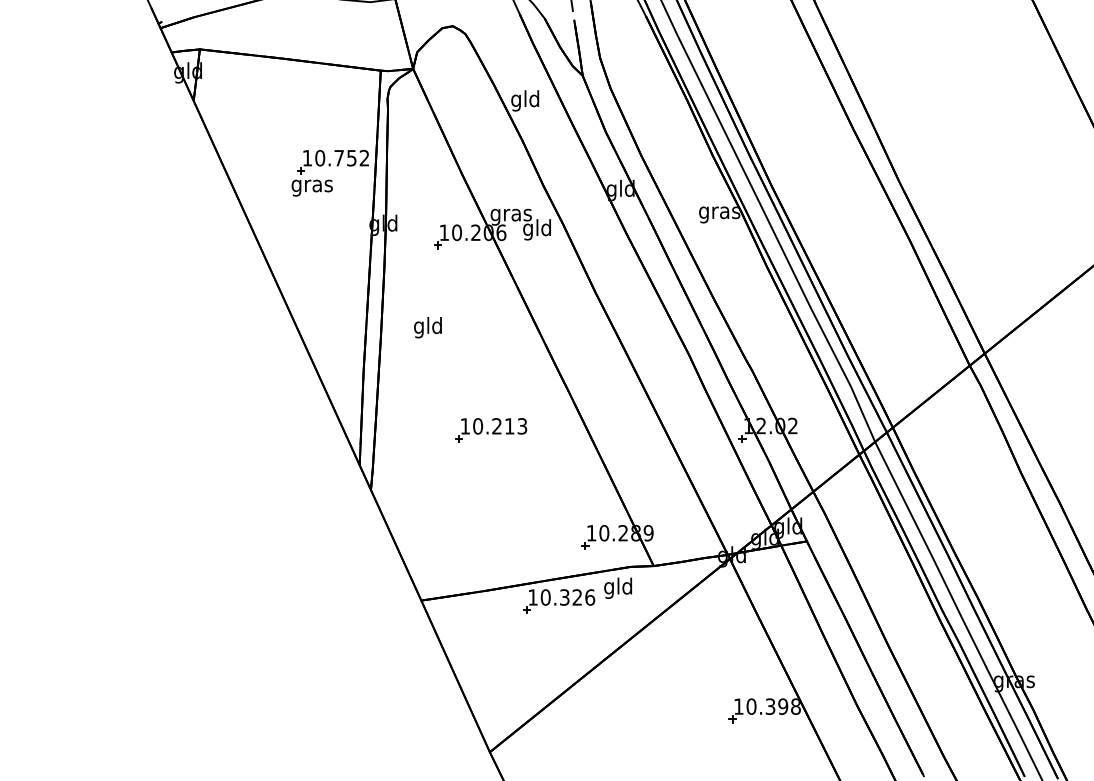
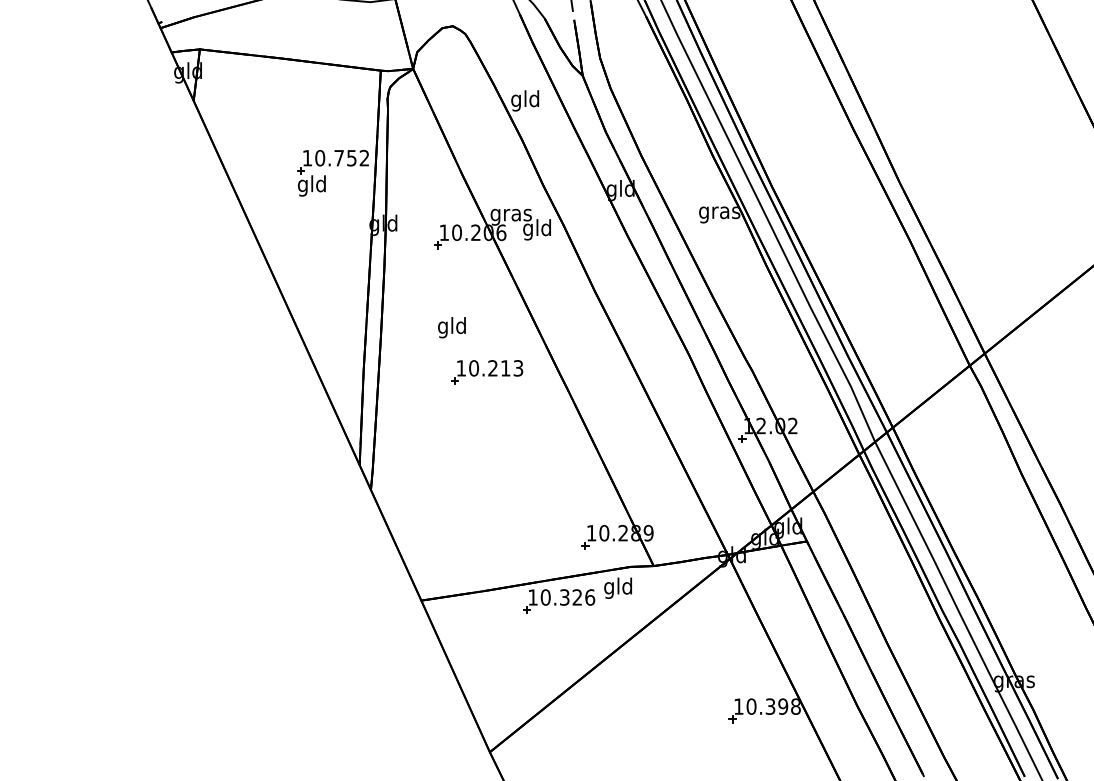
text at (311, 185): gras -> gld
text at (427, 327) position: (427, 327) -> (451, 327)
part at (491, 430) position: (491, 430) -> (487, 372)
